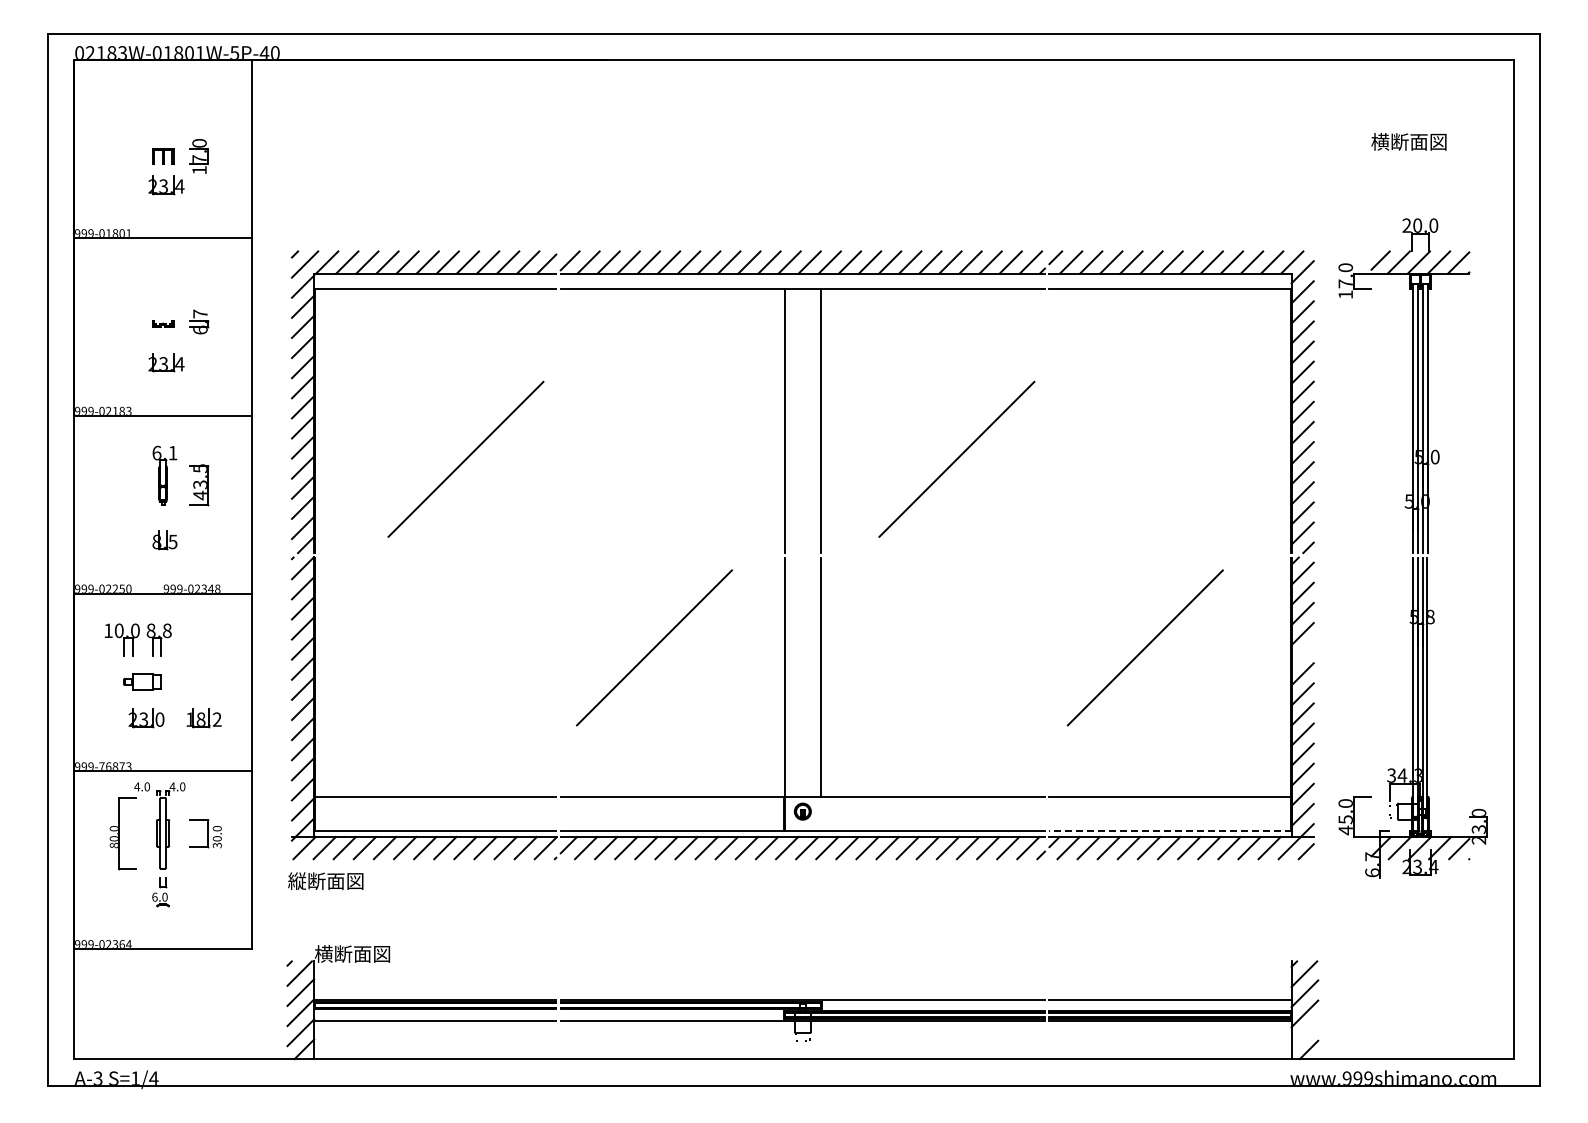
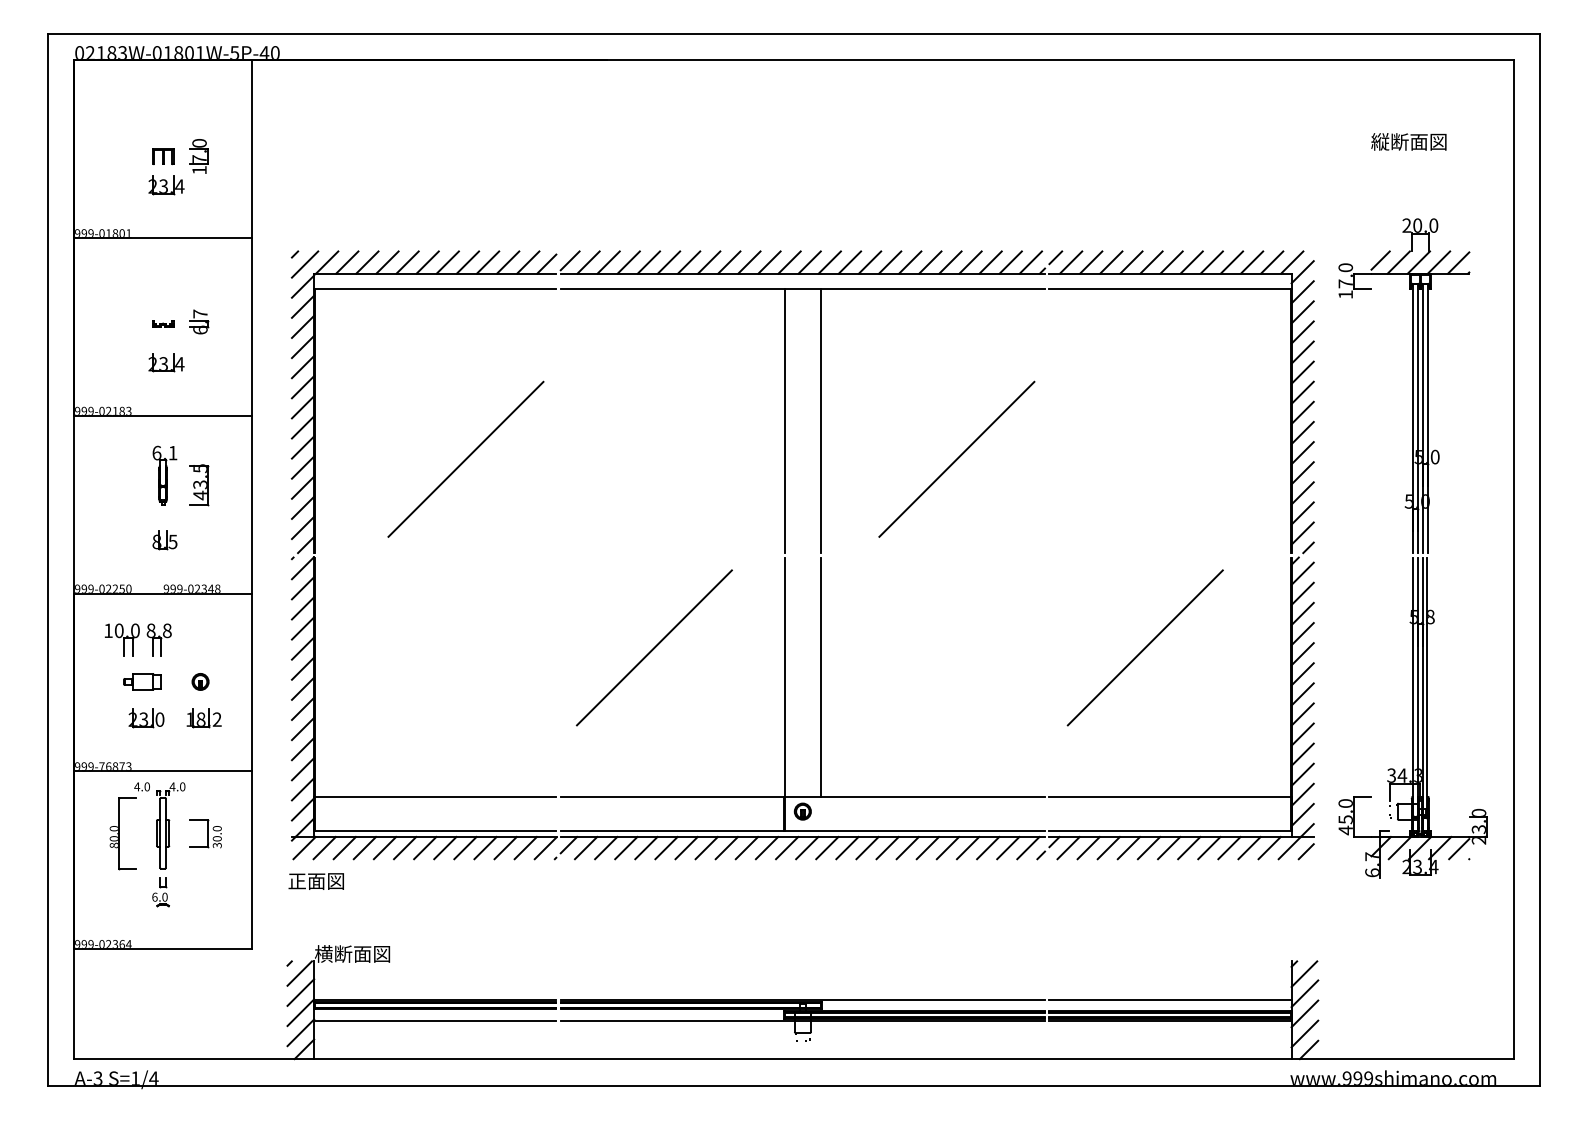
text at (1380, 141): 横断面図 -> 縦断面図
line at (1302, 654): none -> present
part at (200, 681): none -> present
line at (1170, 831): dashed -> solid
text at (325, 880): 縦断面図 -> 正面図
line at (1304, 1033): none -> present
